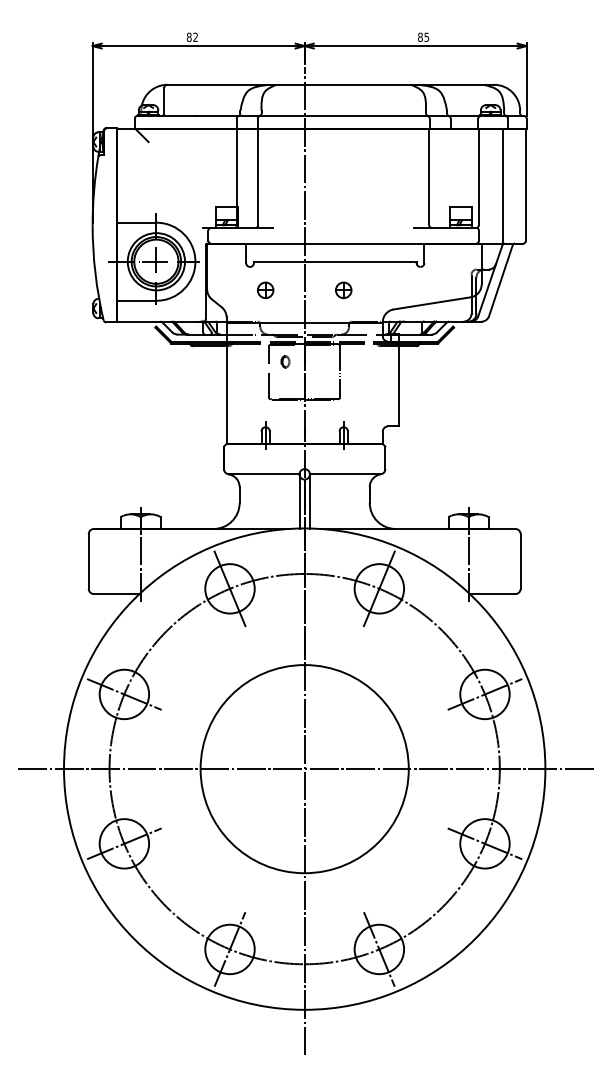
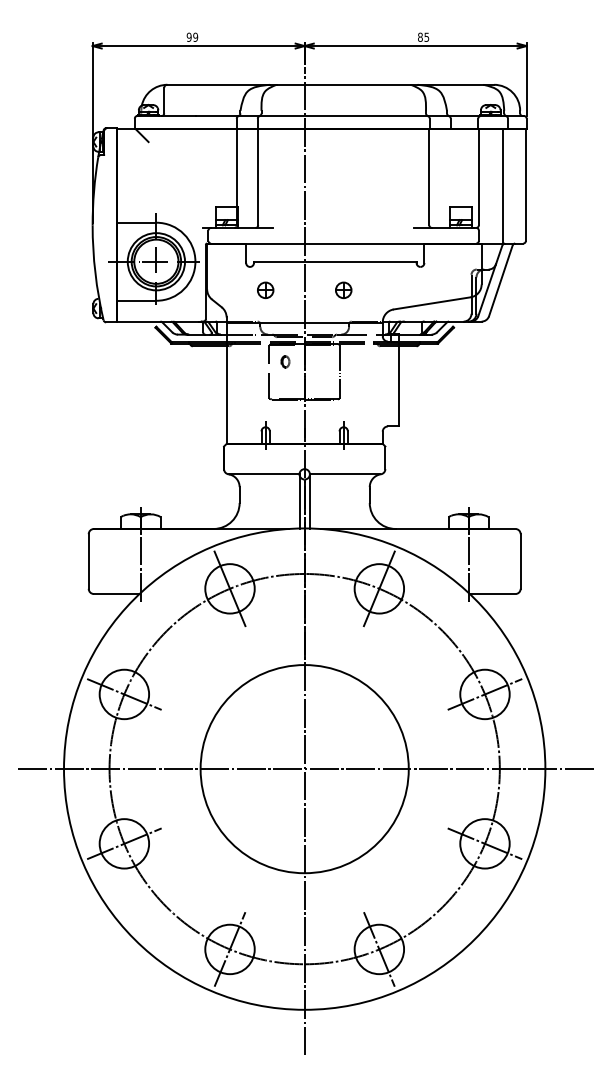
text at (192, 36): 82 -> 99
